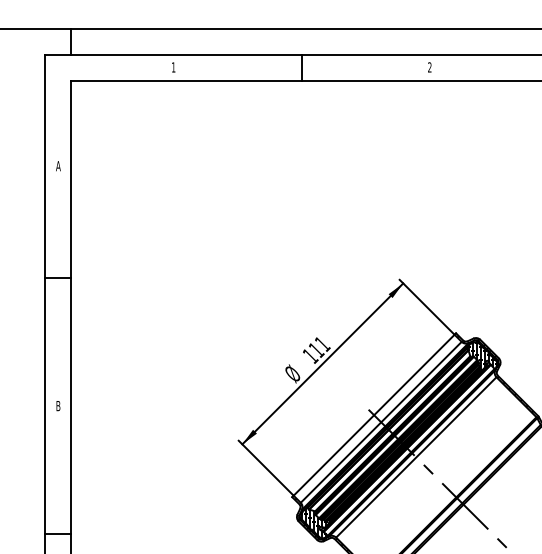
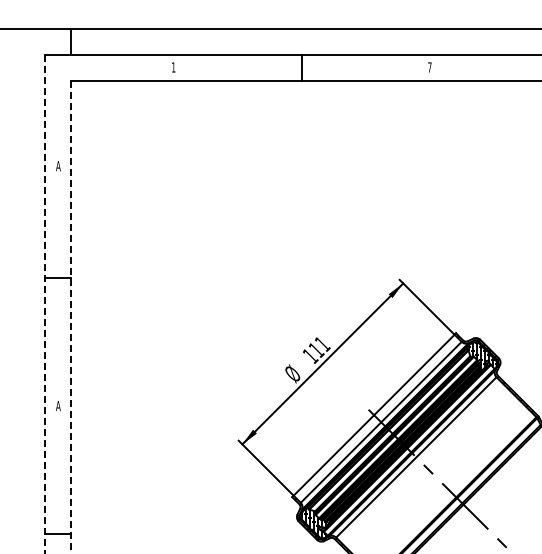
text at (429, 67): 2 -> 7
line at (45, 304): solid -> dashed
line at (70, 317): solid -> dashed
text at (58, 406): B -> A
